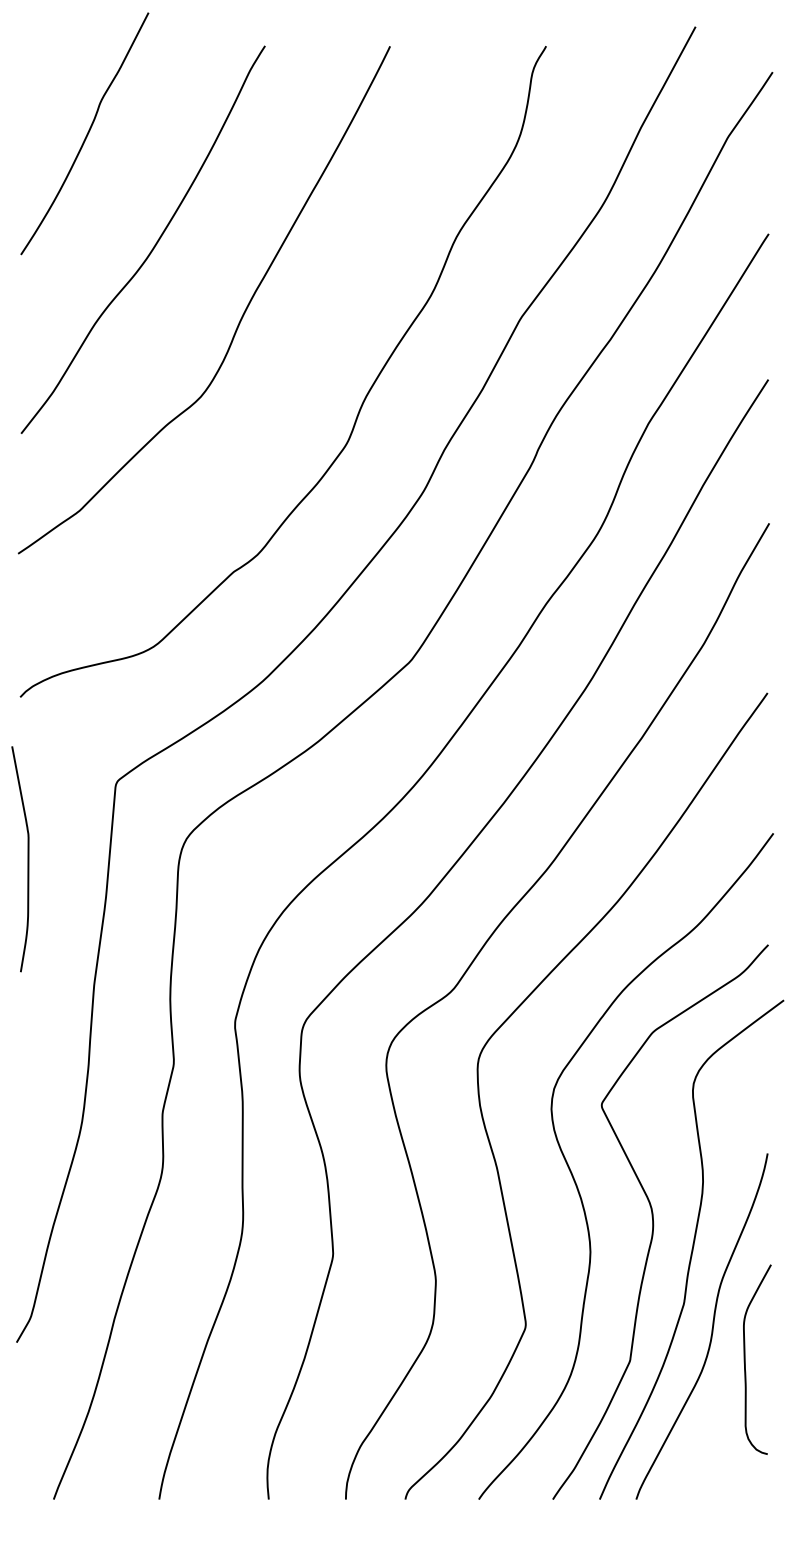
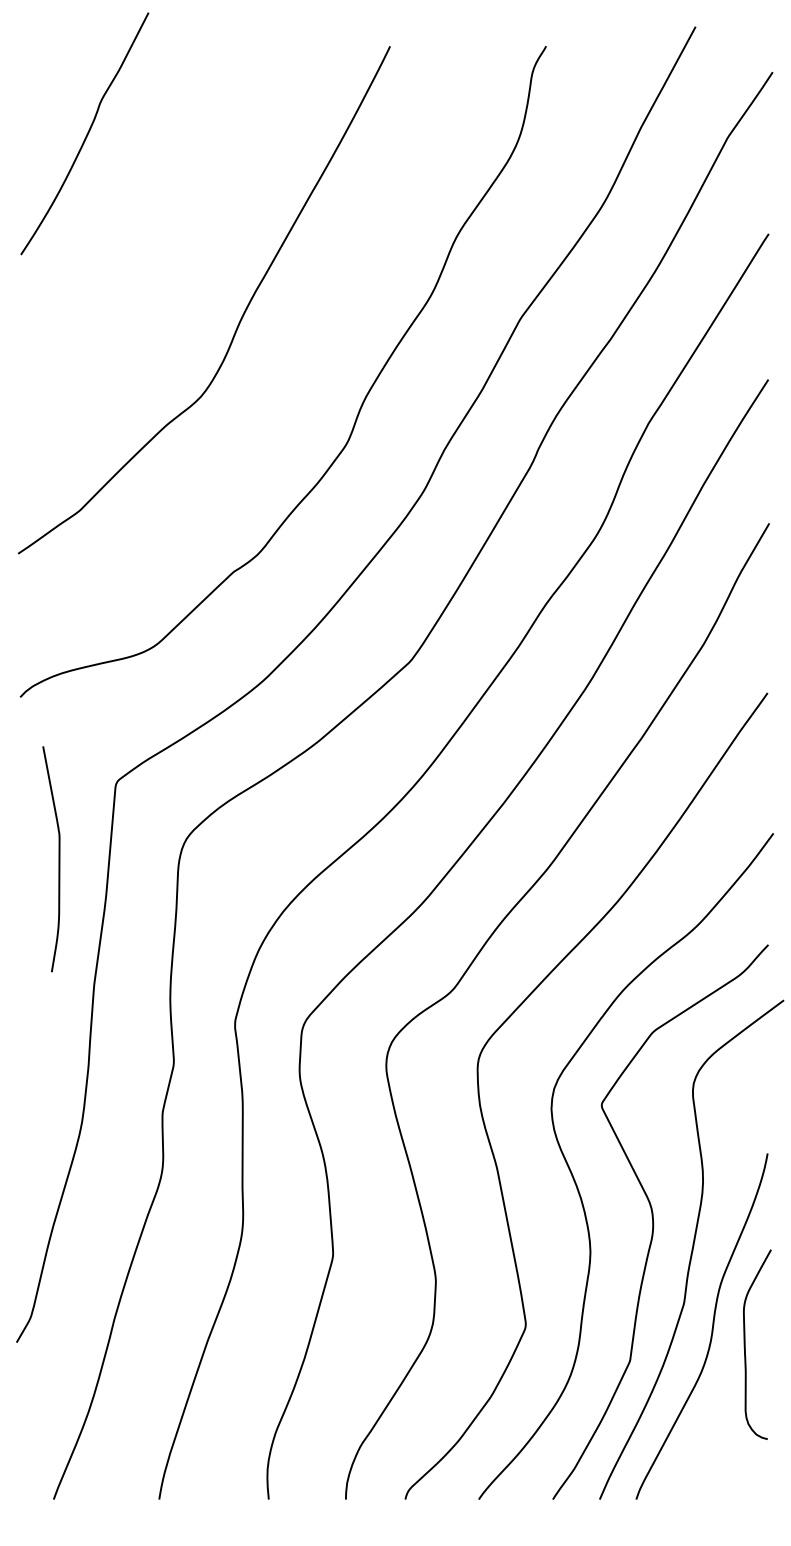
curve at (154, 244): present -> none
curve at (27, 859) position: (27, 859) -> (58, 859)
curve at (745, 1359) position: (745, 1359) -> (745, 1344)
